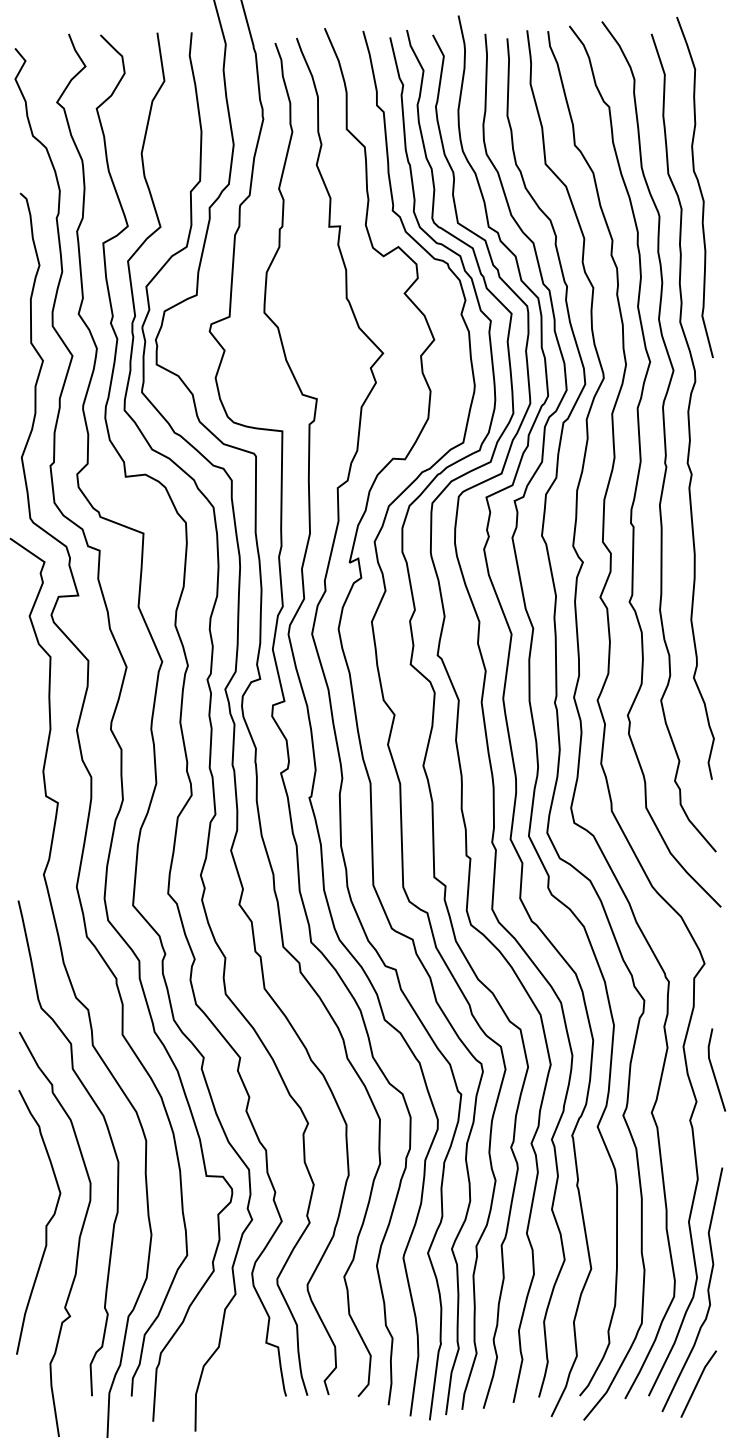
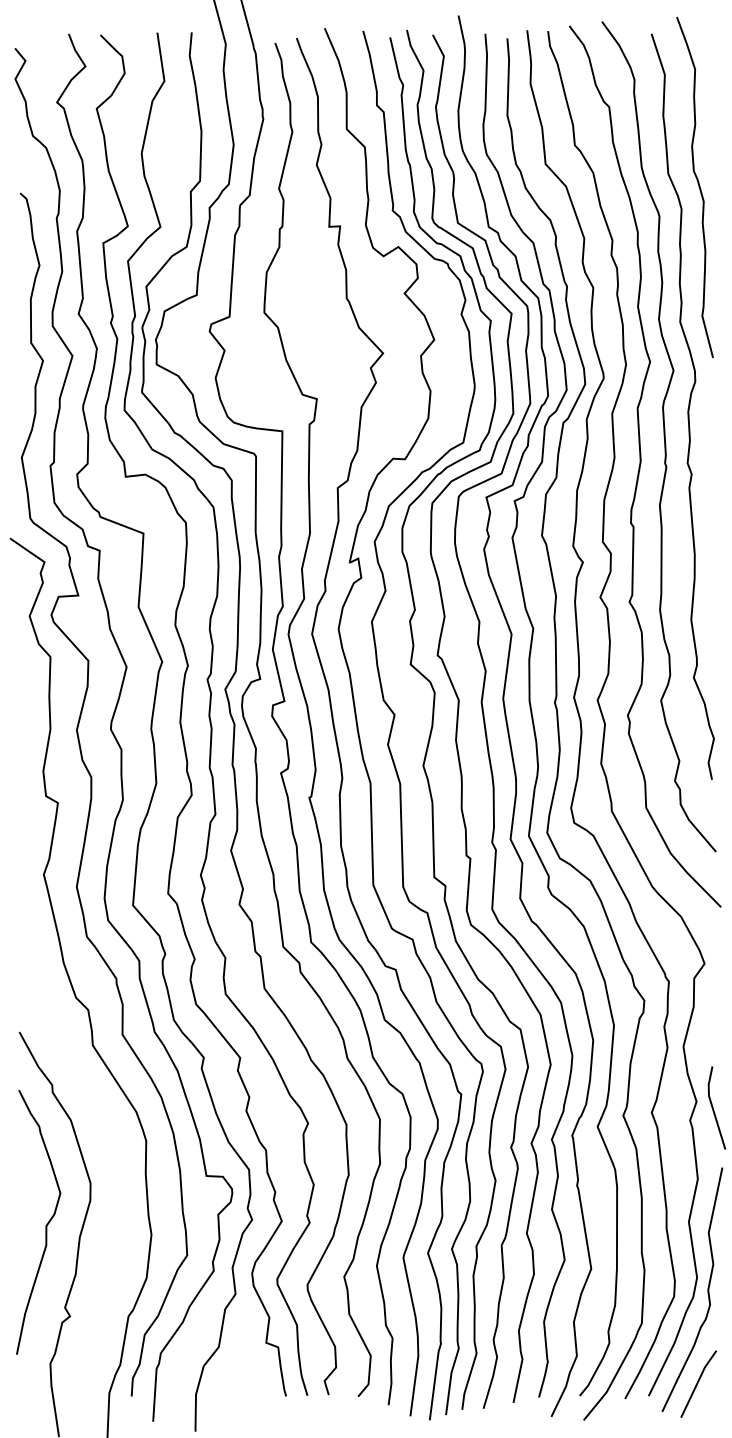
line at (714, 1071) position: (714, 1071) -> (714, 1109)
curve at (108, 1134): present -> none
